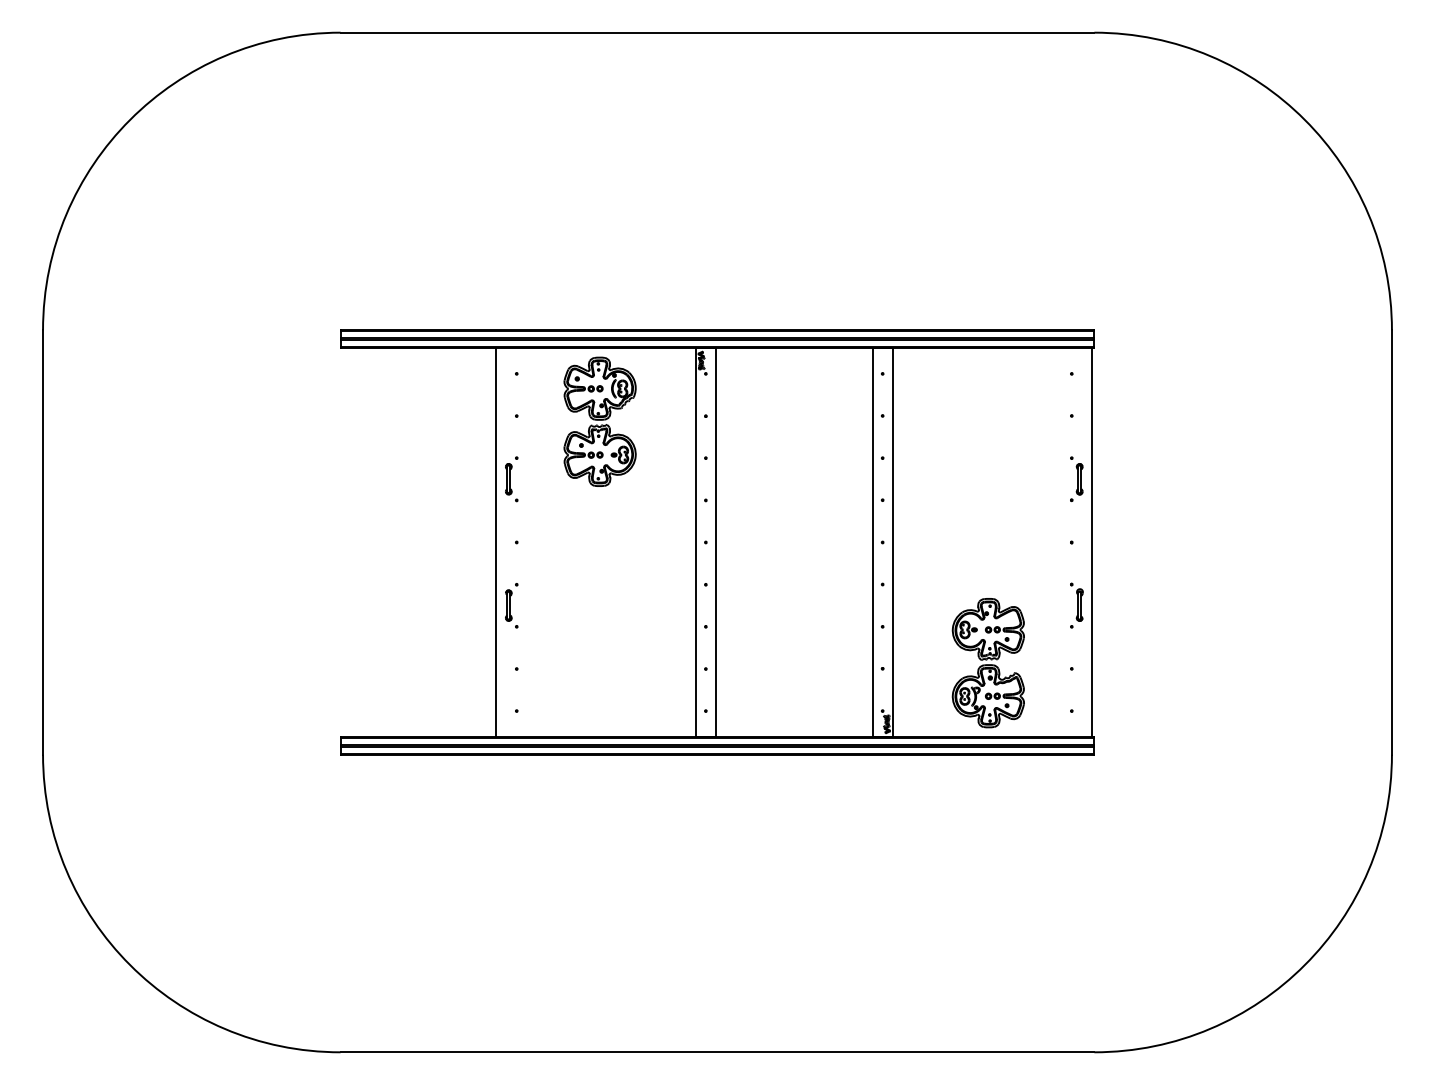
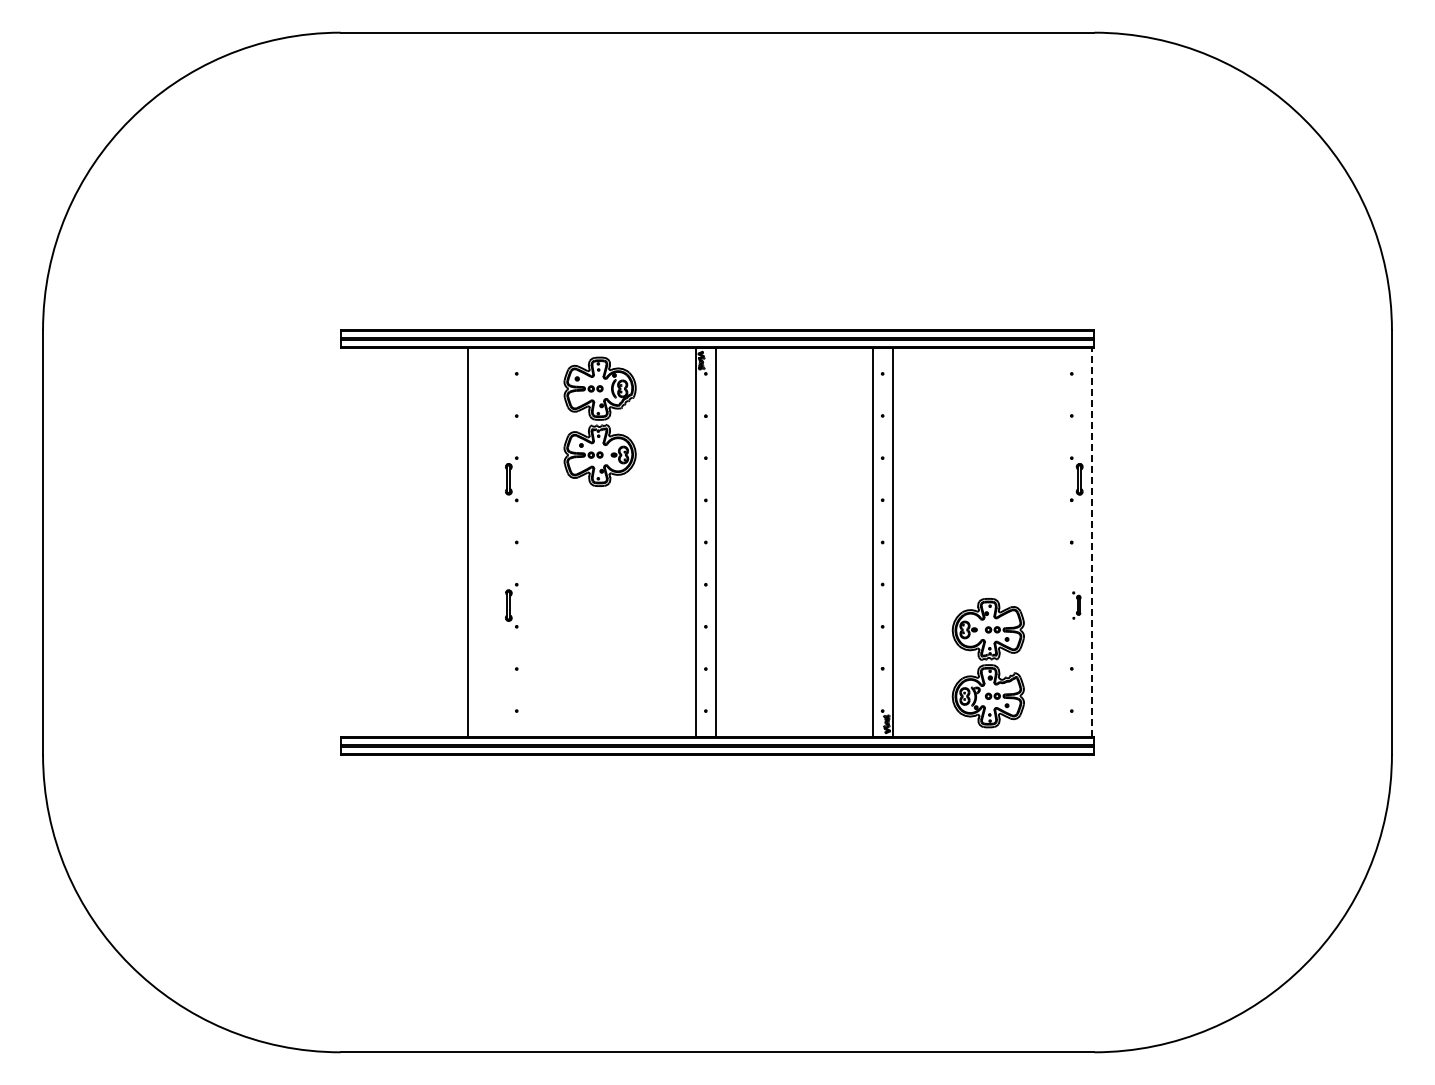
line at (496, 542) position: (496, 542) -> (468, 542)
line at (1092, 542): solid -> dashed
part at (1076, 605) size: 14x47 px -> 10x29 px
